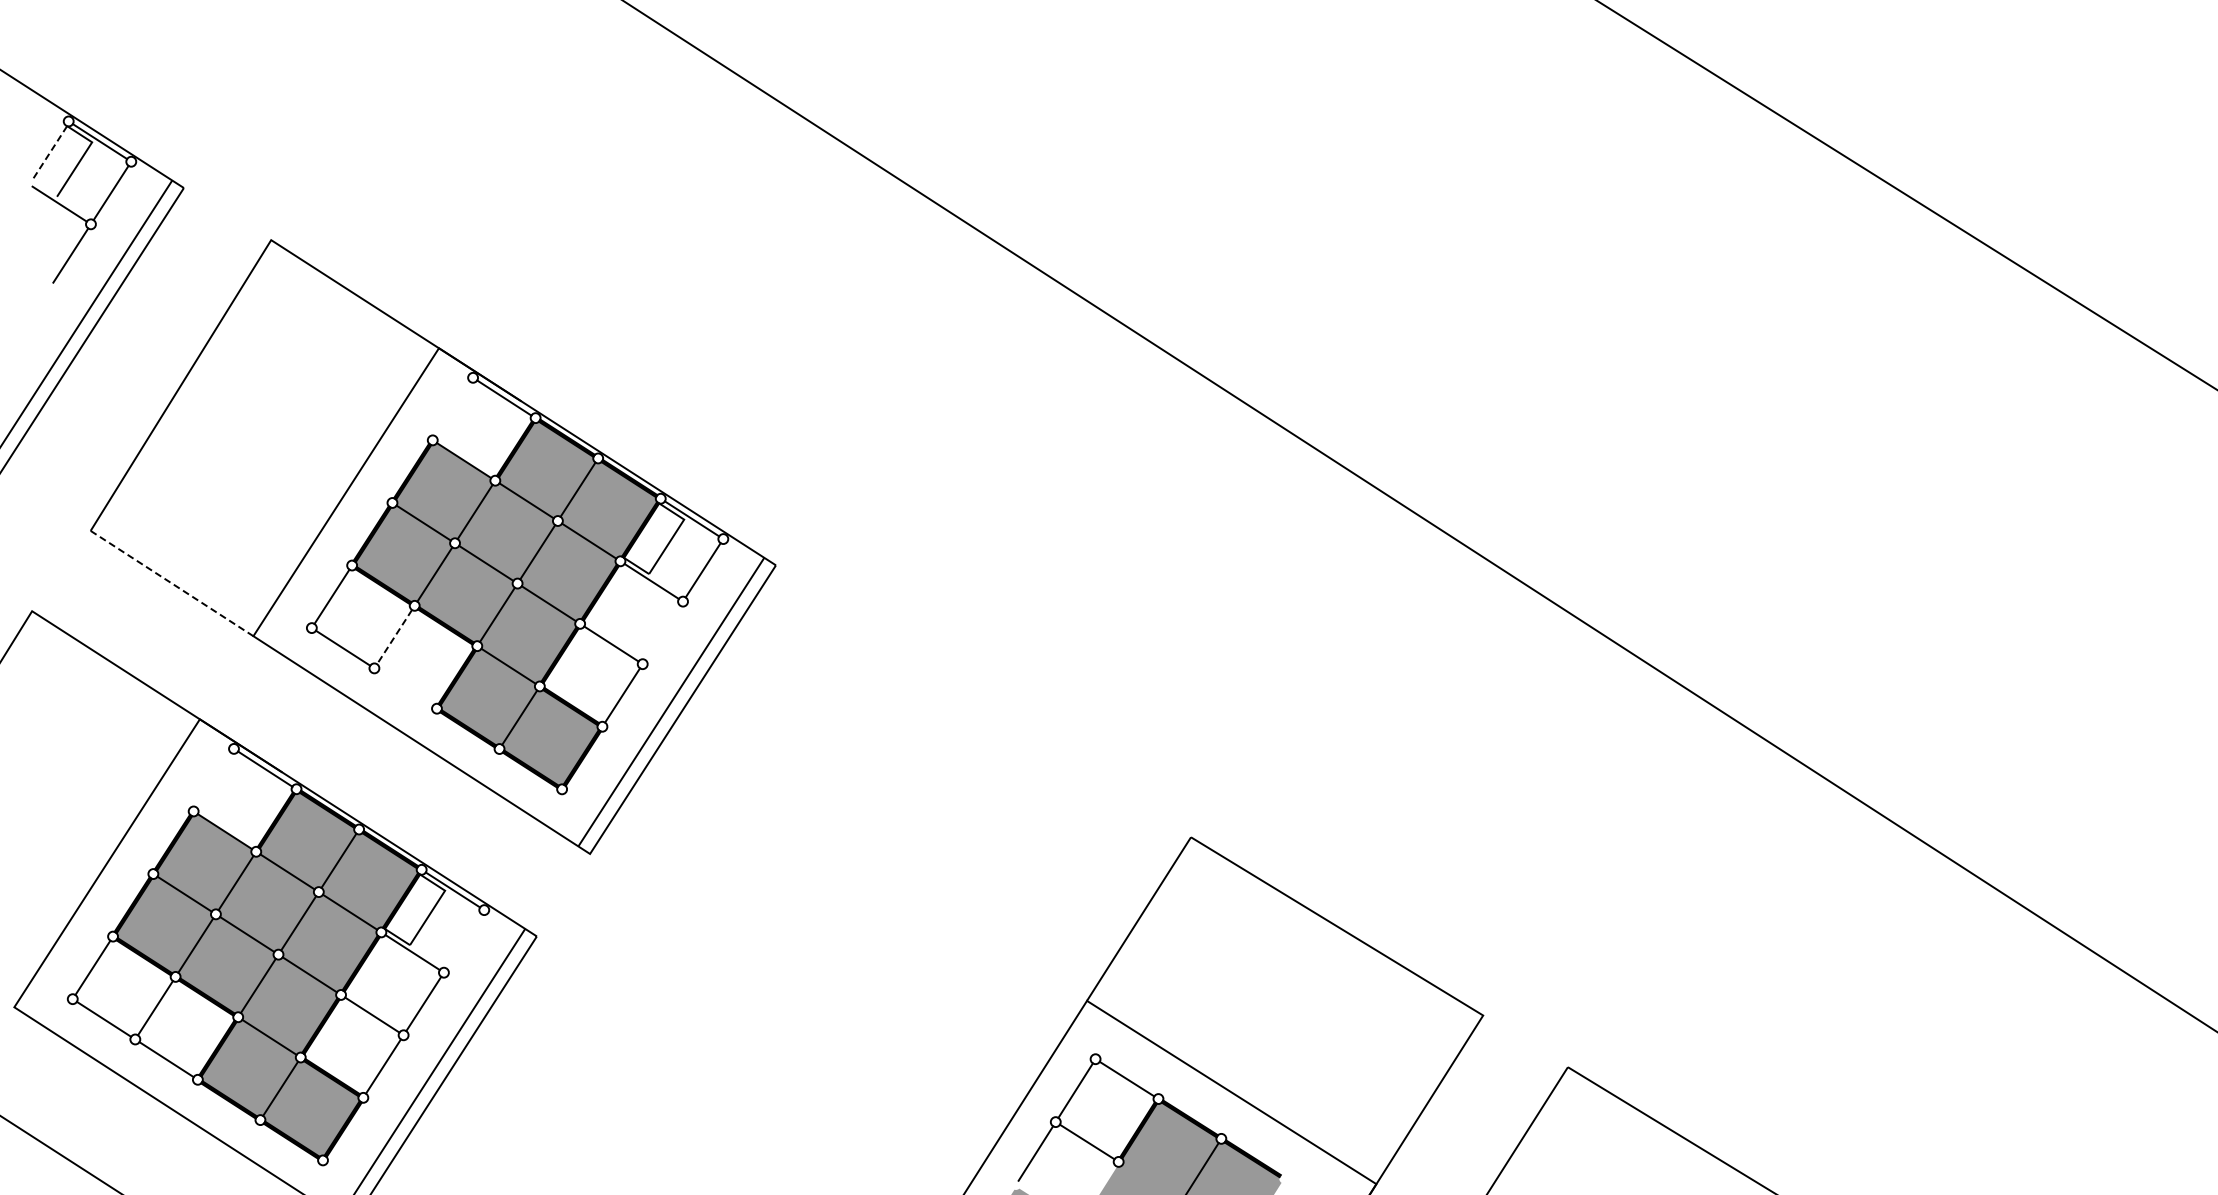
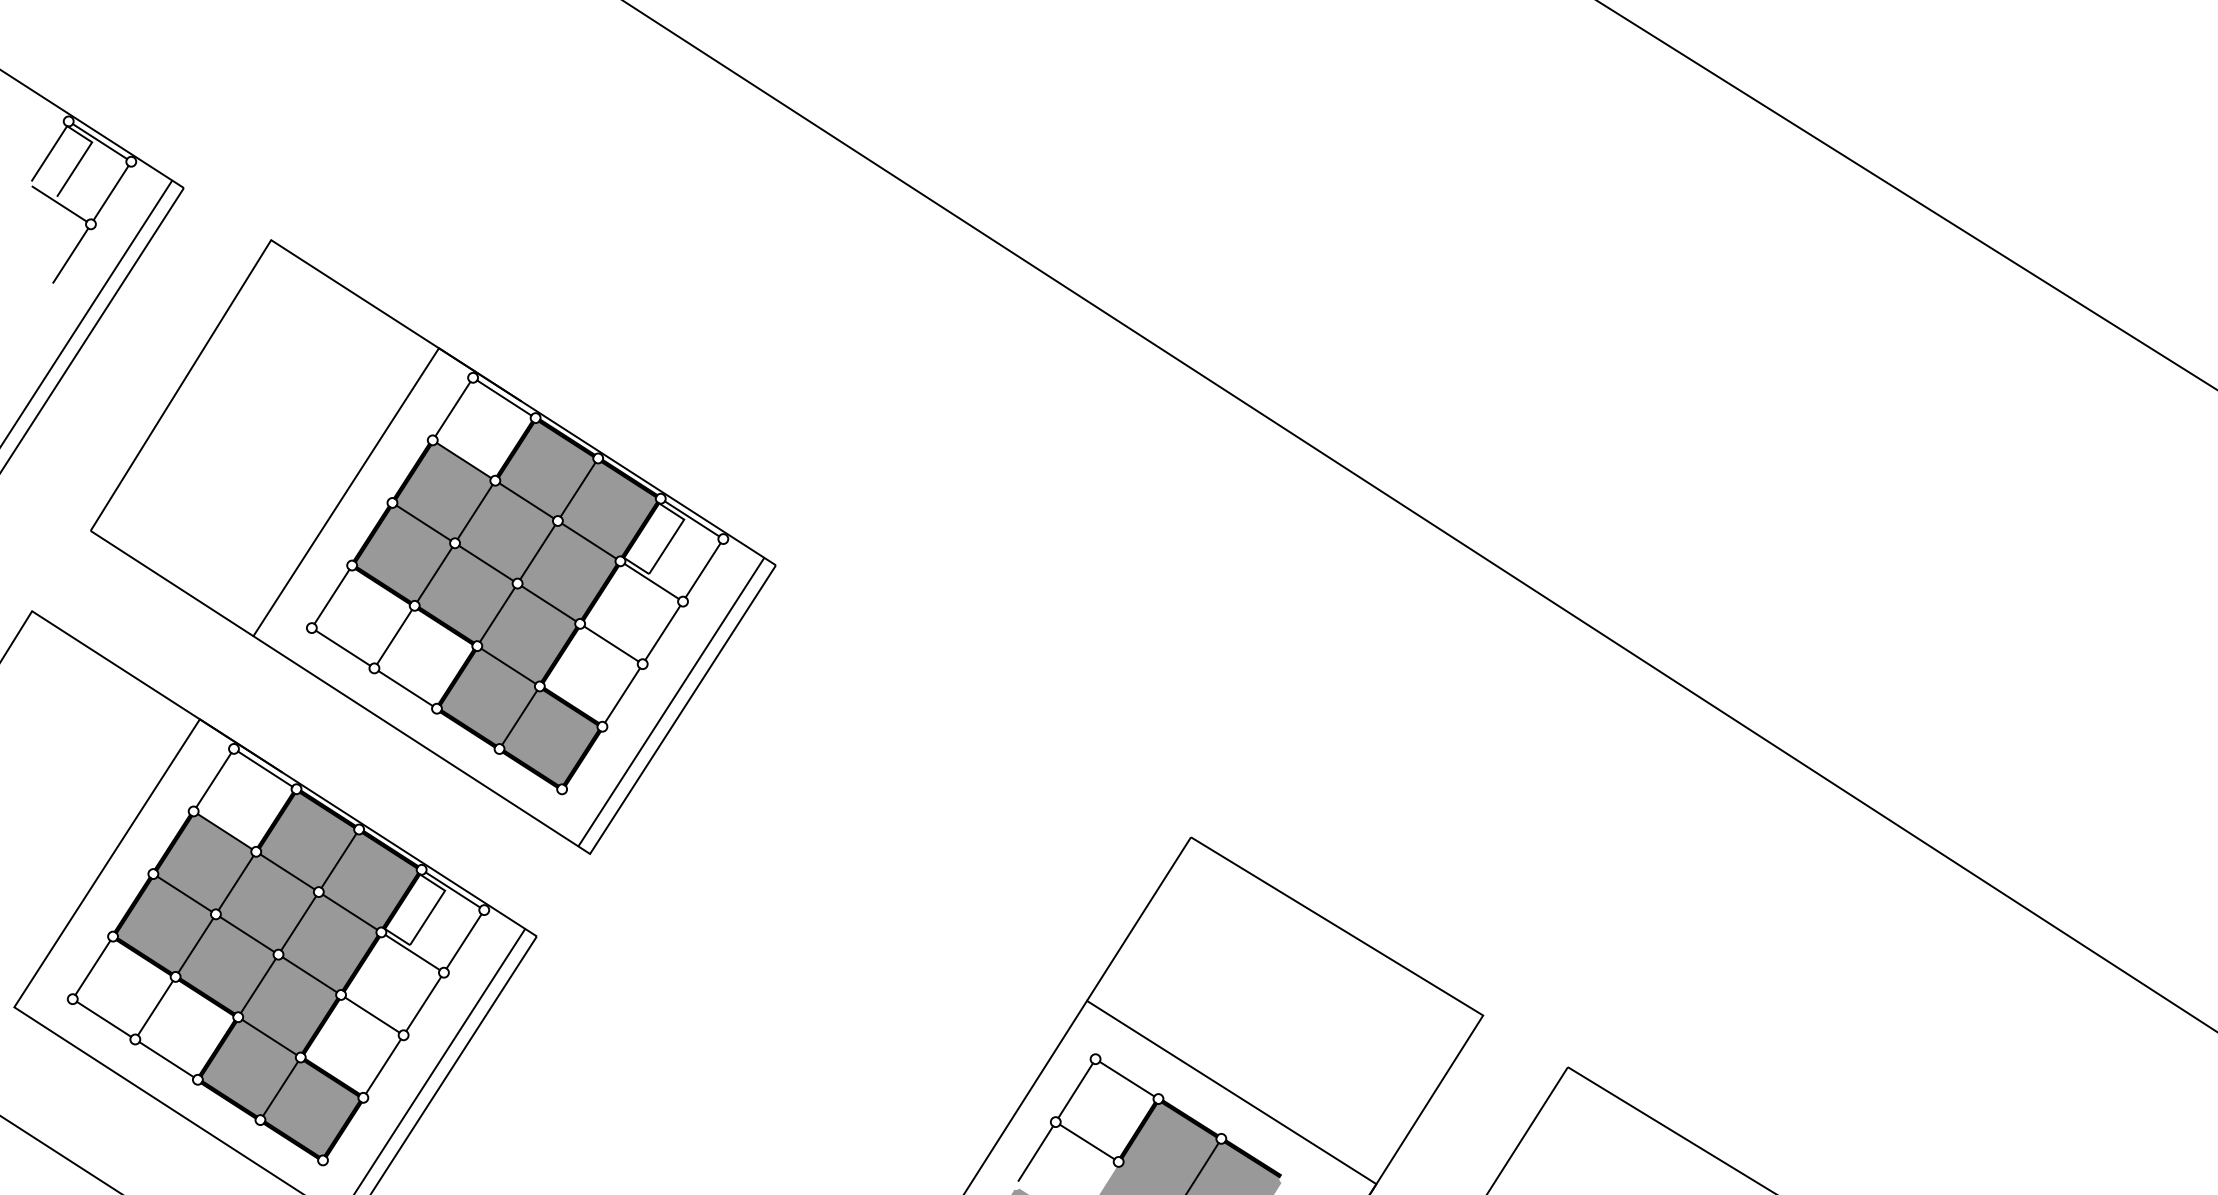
line at (49, 153): dashed -> solid
line at (452, 409): none -> present
line at (172, 583): dashed -> solid
line at (662, 632): none -> present
line at (394, 637): dashed -> solid
line at (405, 688): none -> present
line at (213, 780): none -> present
line at (463, 941): none -> present
